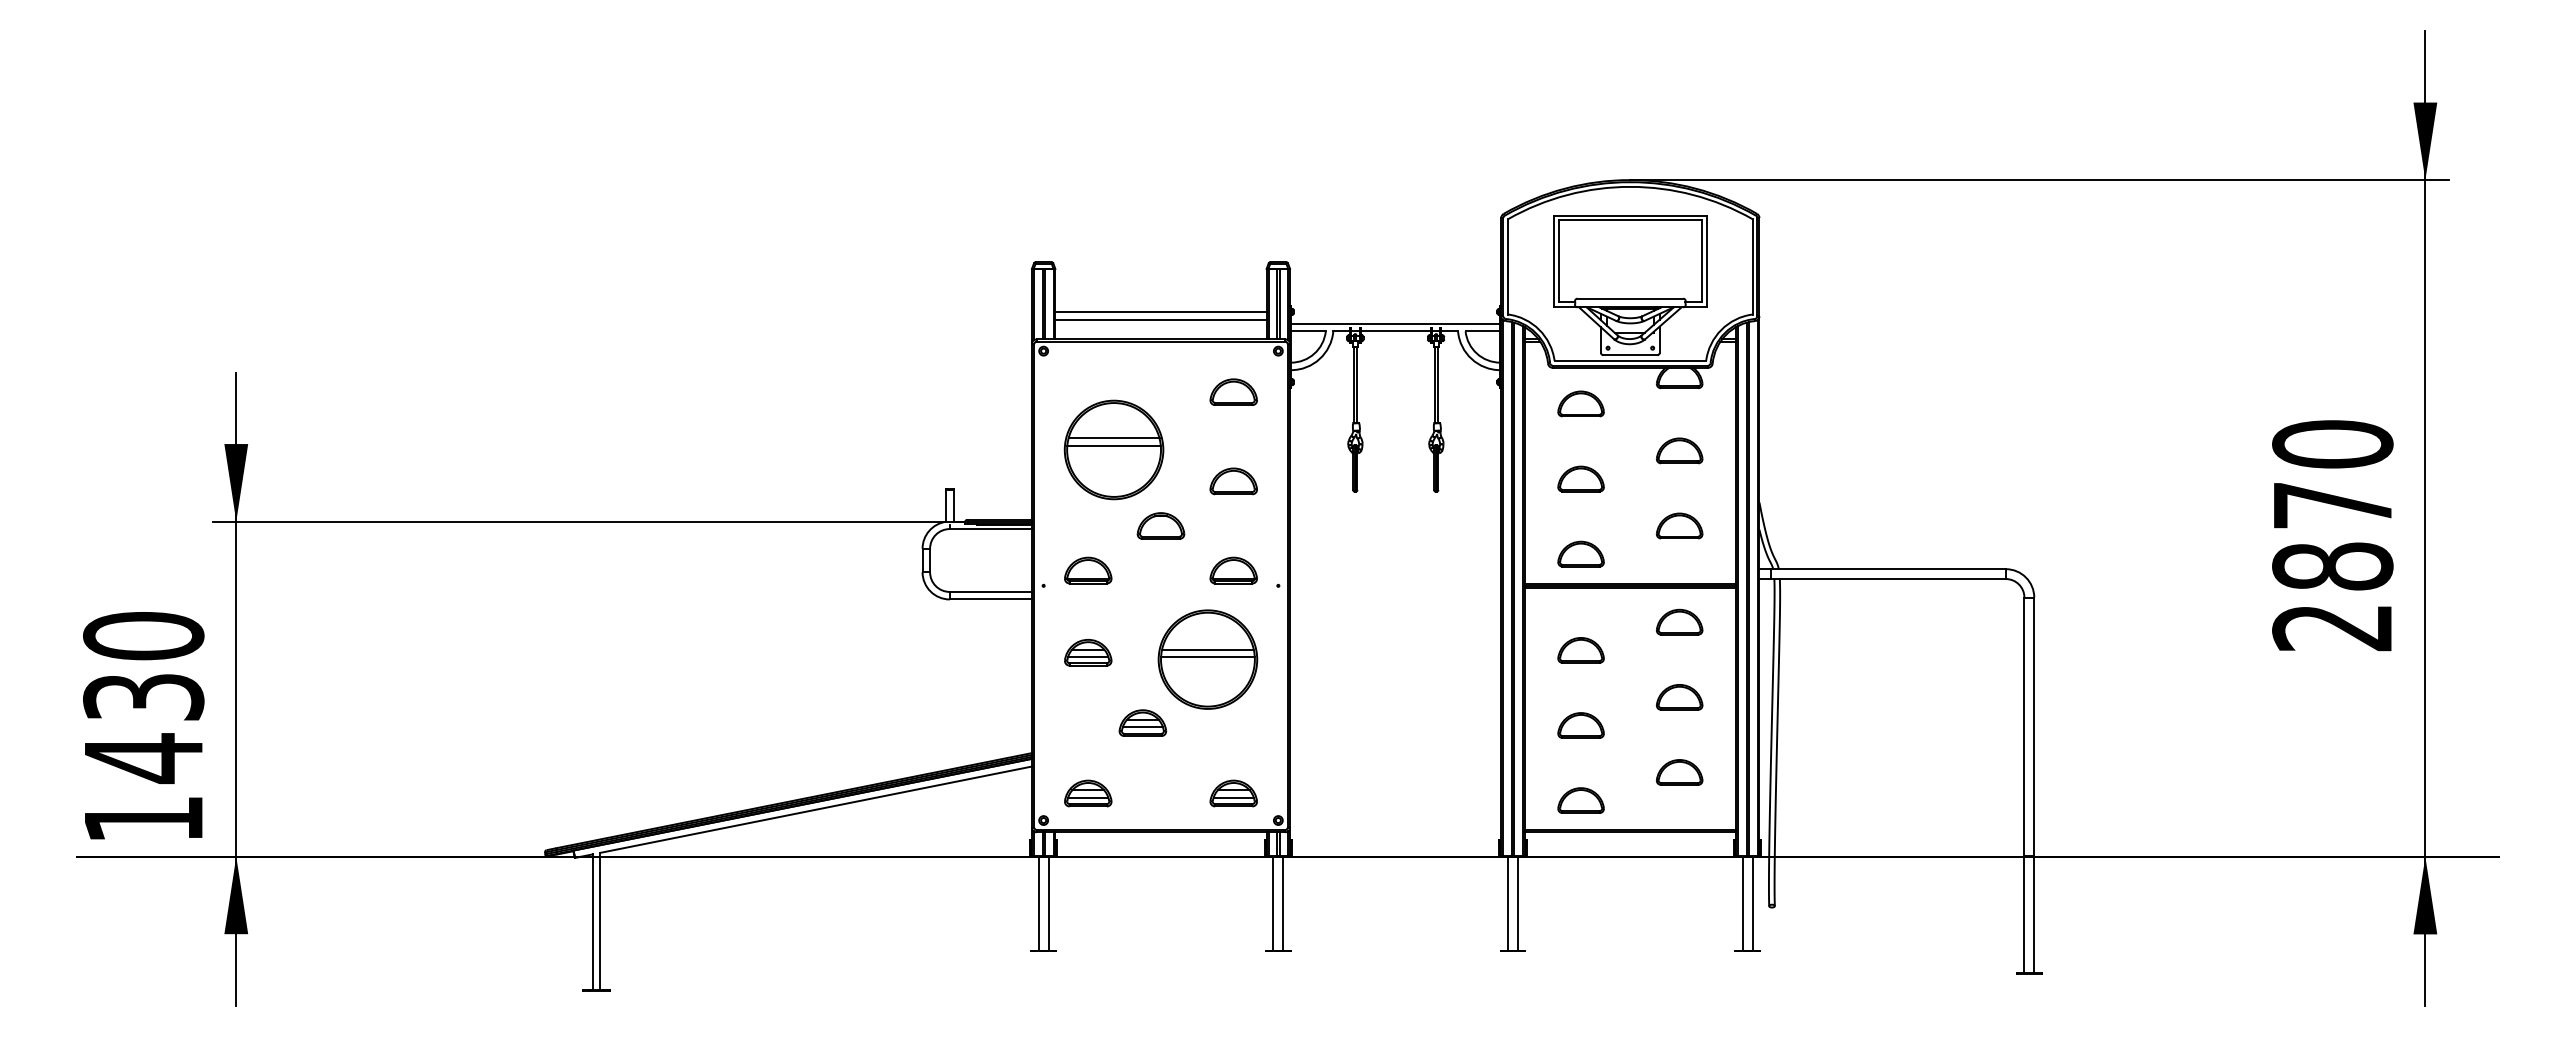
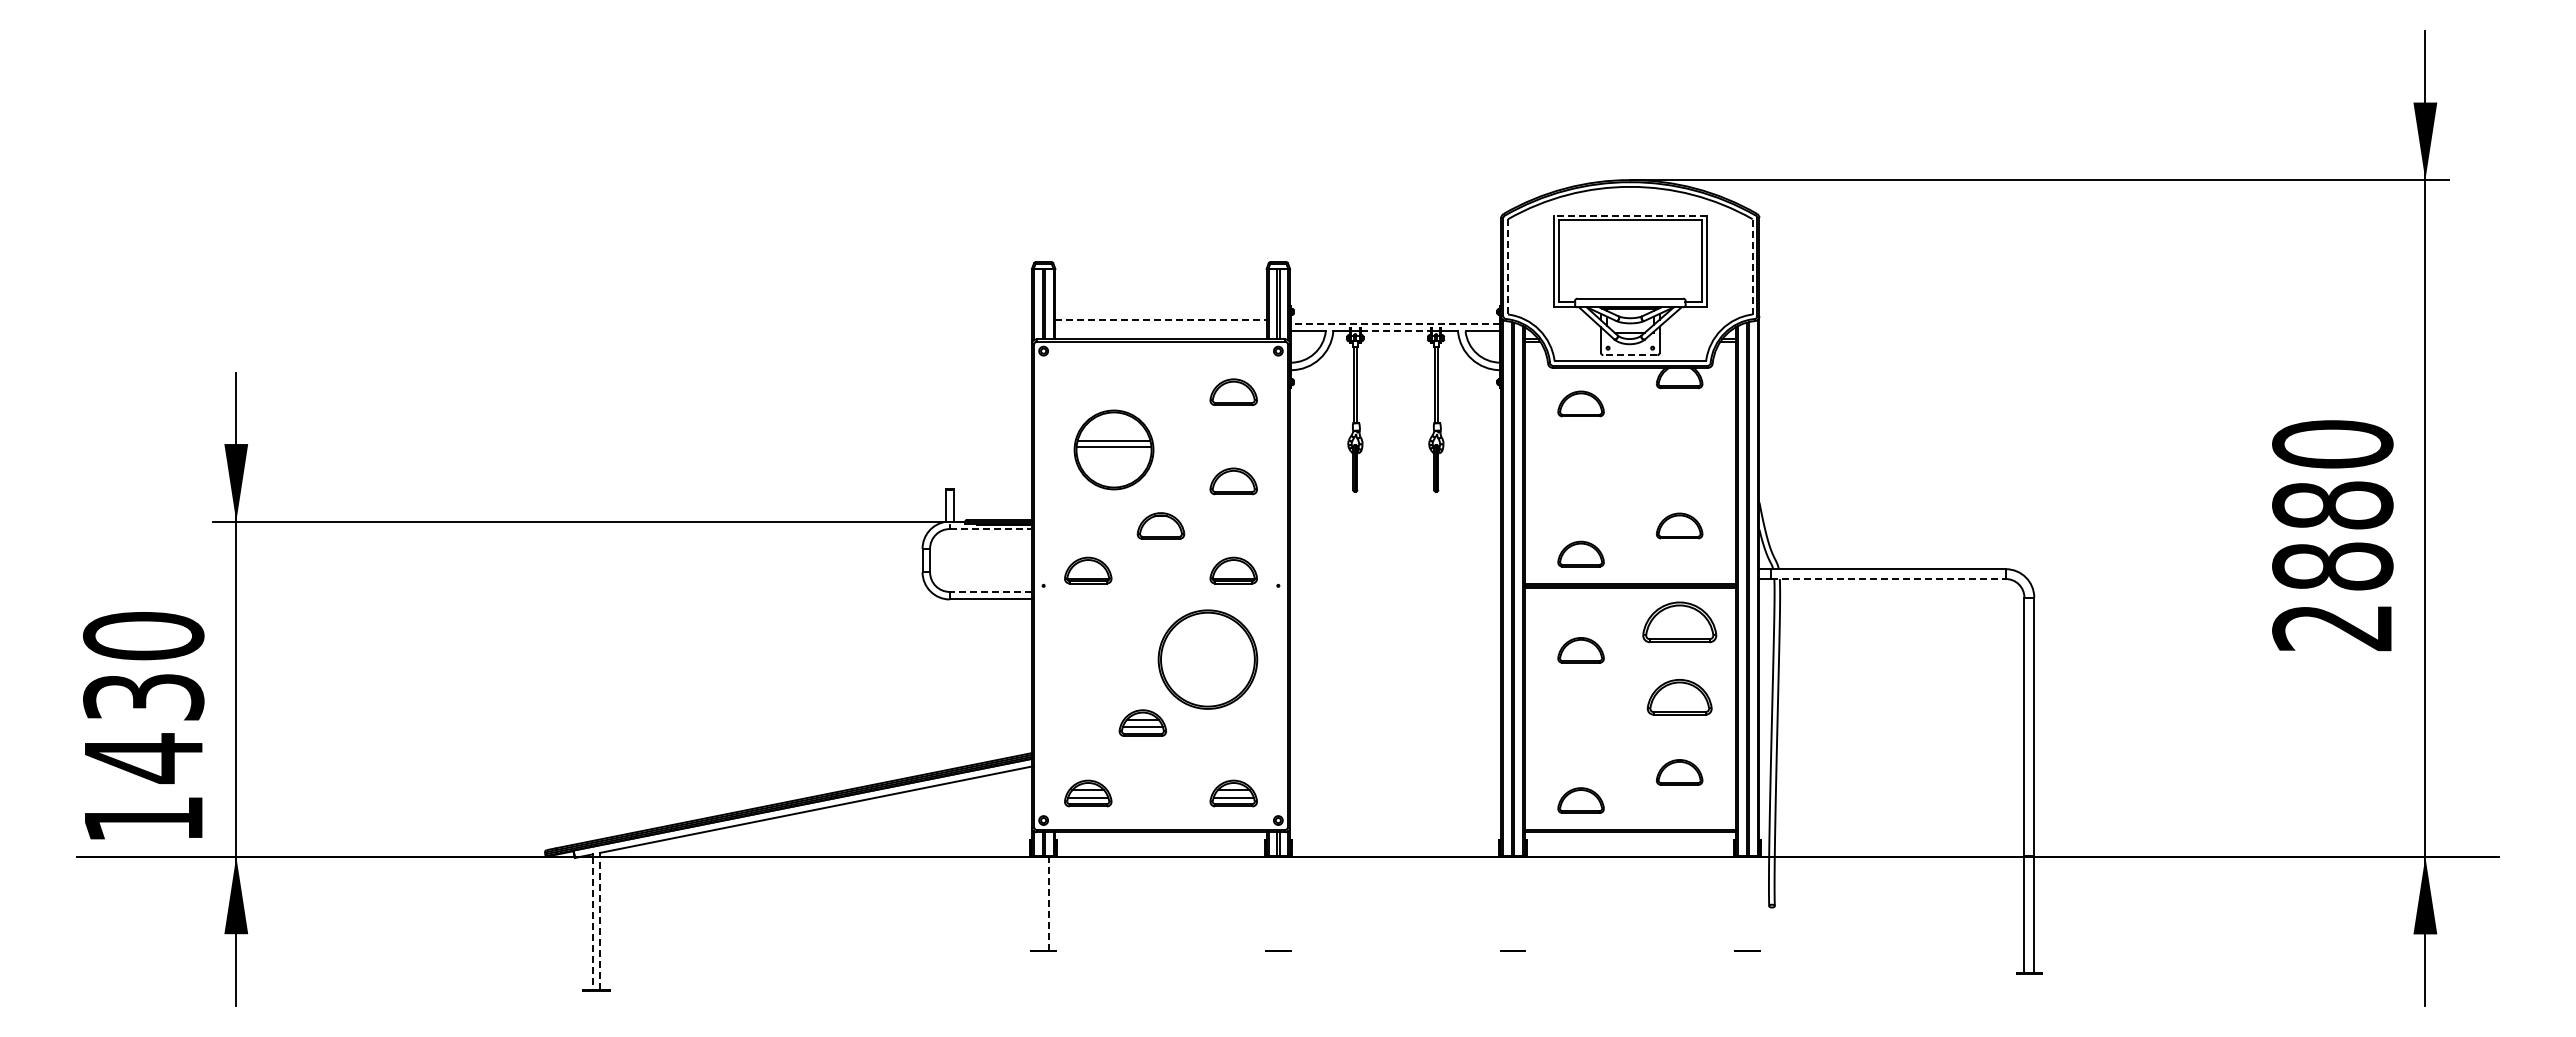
line at (1629, 215): solid -> dashed
line at (1508, 266): solid -> dashed
line at (1752, 266): solid -> dashed
line at (1160, 312): present -> none
line at (1161, 319): solid -> dashed
line at (1395, 323): solid -> dashed
line at (1396, 331): solid -> dashed
line at (1630, 355): solid -> dashed
part at (1113, 449) size: 102x102 px -> 82x82 px
part at (1679, 450): present -> none
part at (1580, 478): present -> none
text at (2332, 505): 2870 -> 2880
line at (991, 529): solid -> dashed
line at (1889, 579): solid -> dashed
line at (990, 591): solid -> dashed
part at (1679, 621) size: 49x28 px -> 76x43 px
line at (1207, 649): present -> none
part at (1088, 652): present -> none
line at (1207, 657): present -> none
part at (1679, 697) size: 49x27 px -> 67x37 px
part at (1580, 725): present -> none
line at (1038, 903): present -> none
line at (1048, 903): solid -> dashed
line at (1273, 903): present -> none
line at (1283, 903): present -> none
line at (1508, 903): present -> none
line at (1517, 903): present -> none
line at (1742, 903): present -> none
line at (1752, 903): present -> none
line at (600, 922): solid -> dashed
line at (592, 923): solid -> dashed
